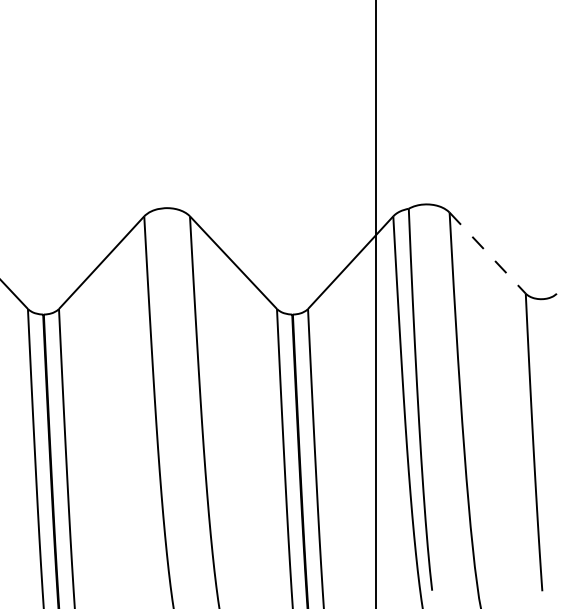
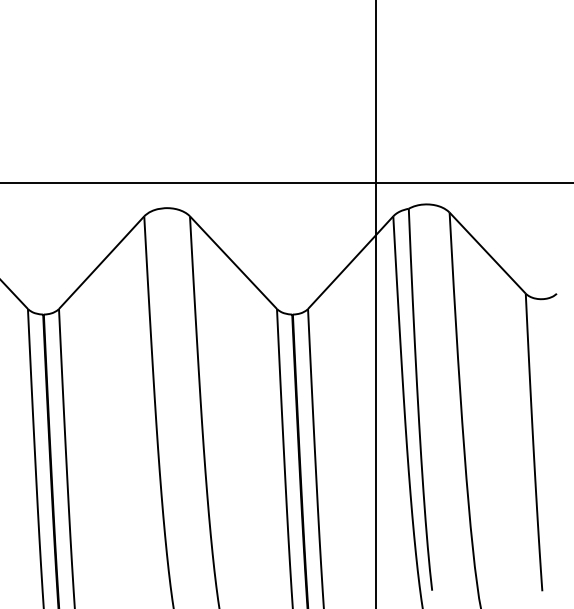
line at (286, 183): none -> present
line at (487, 253): dashed -> solid
